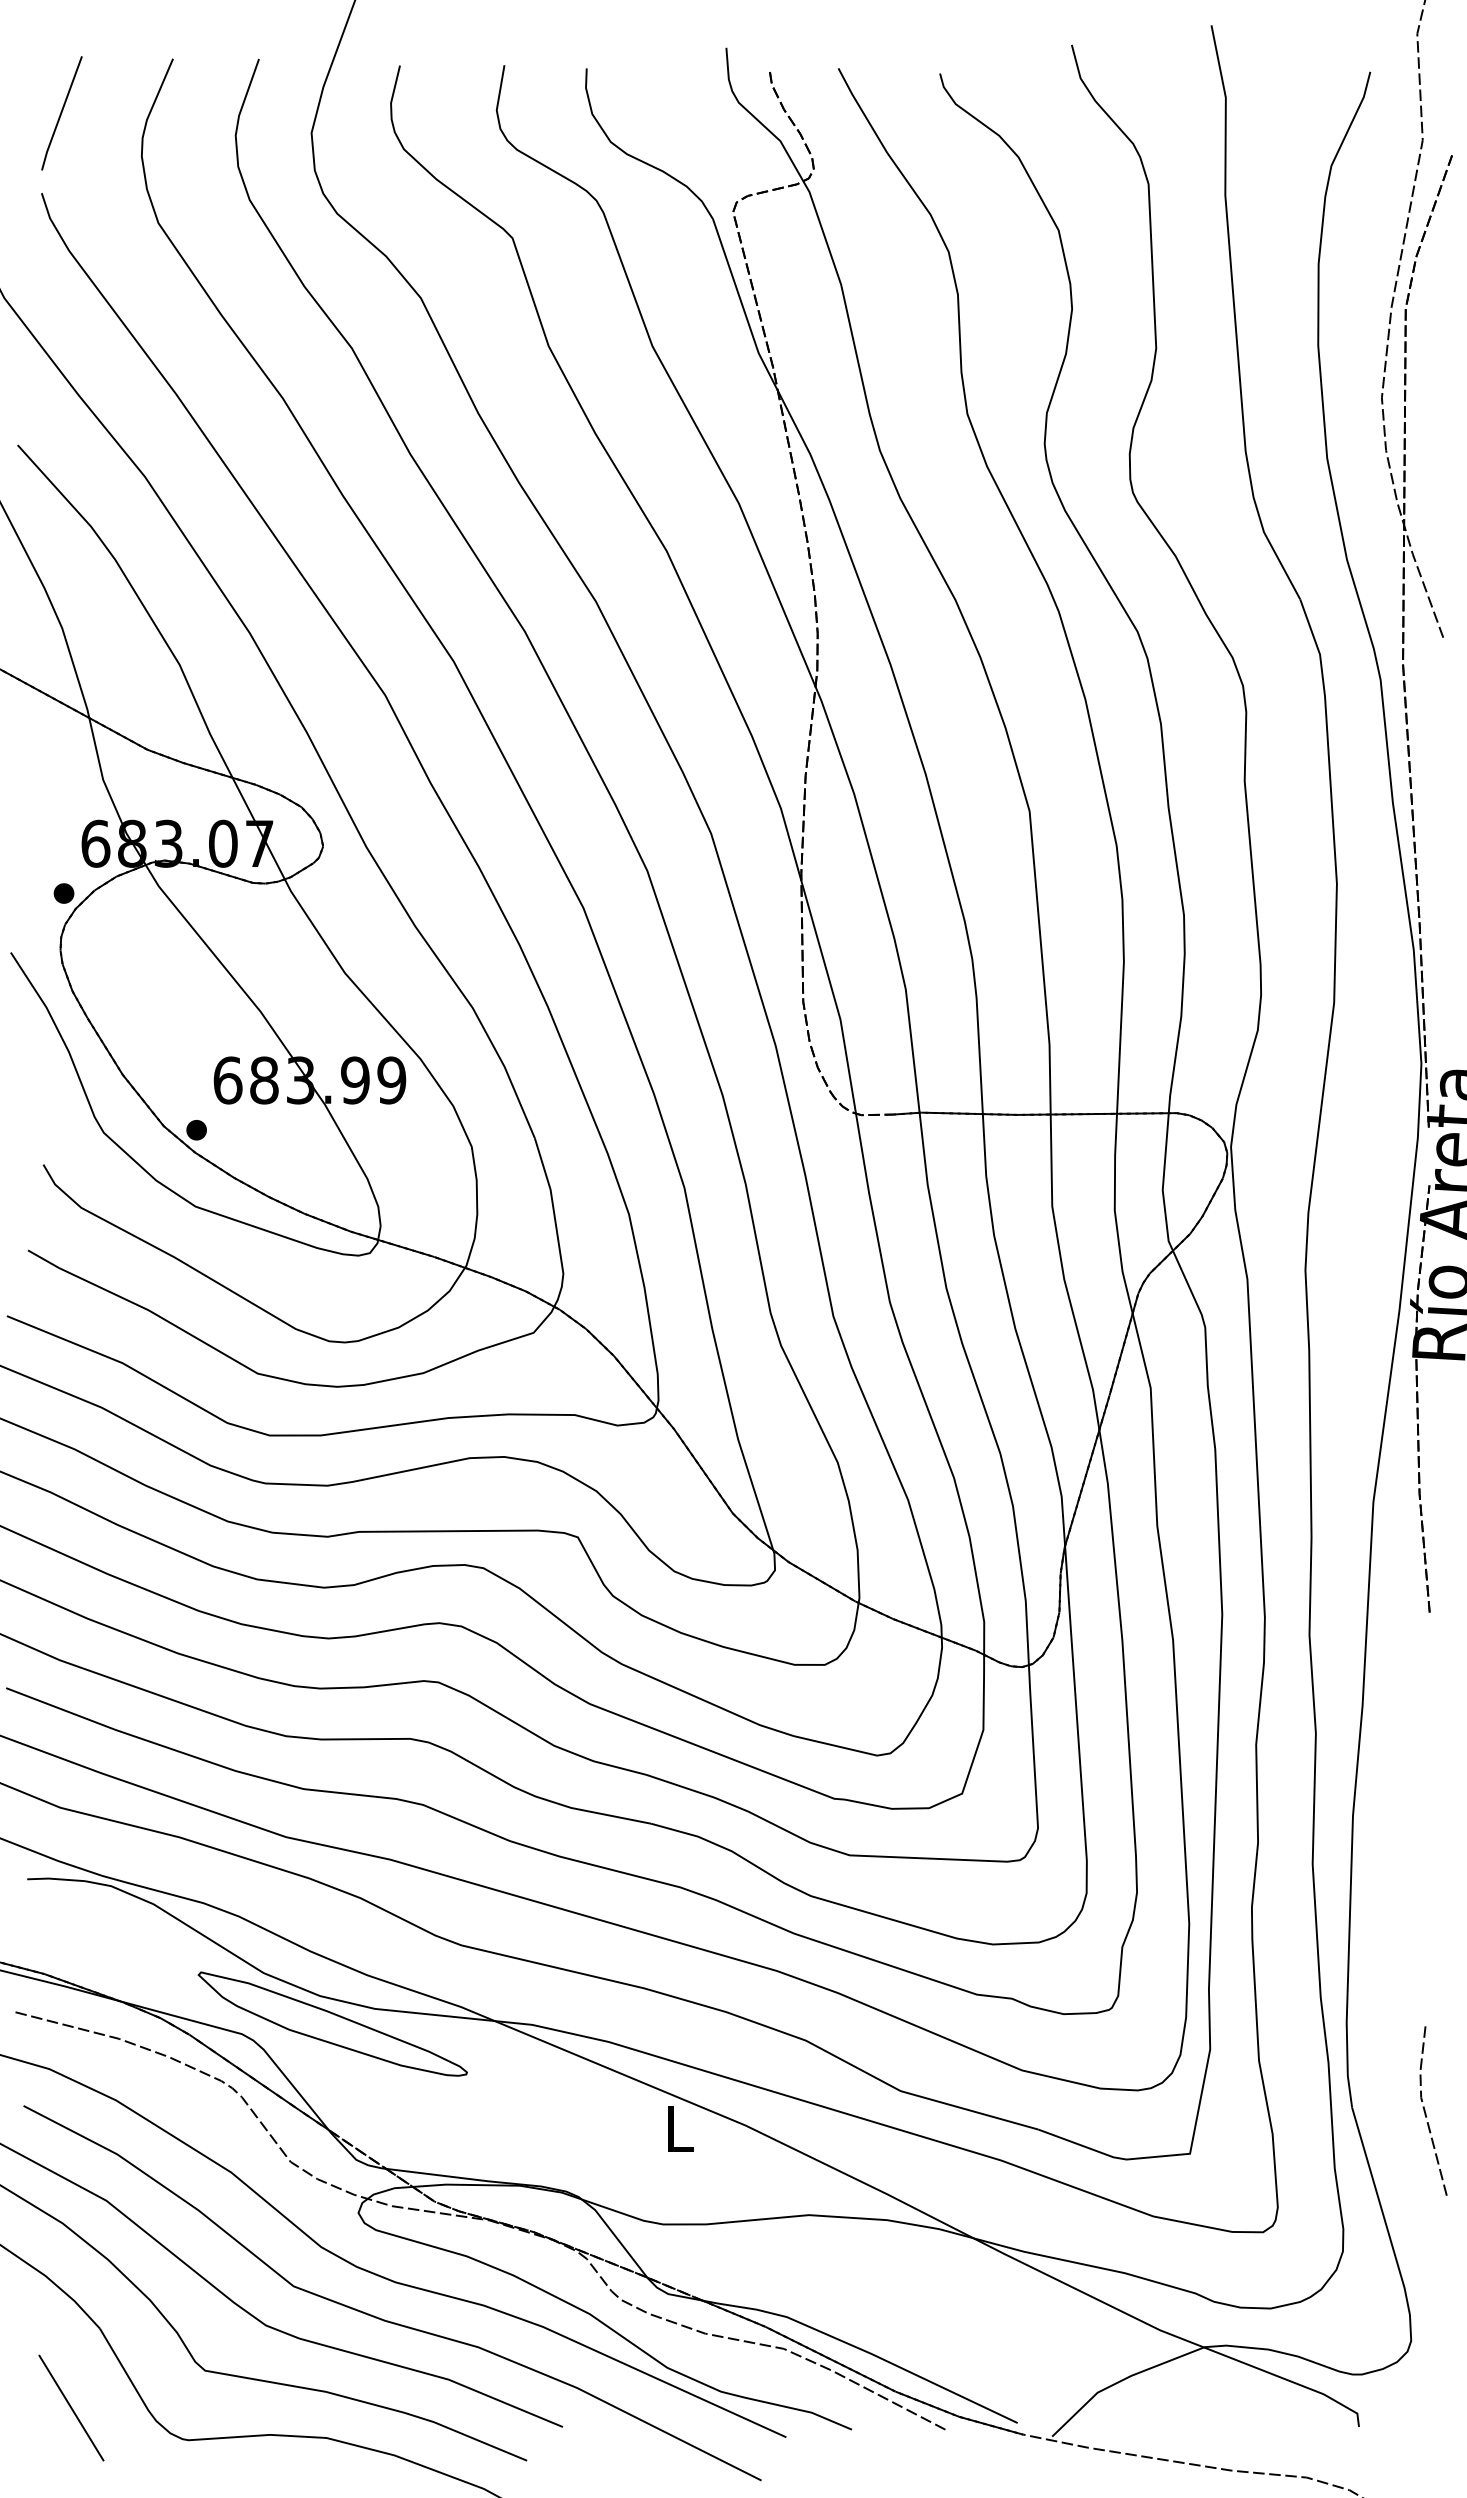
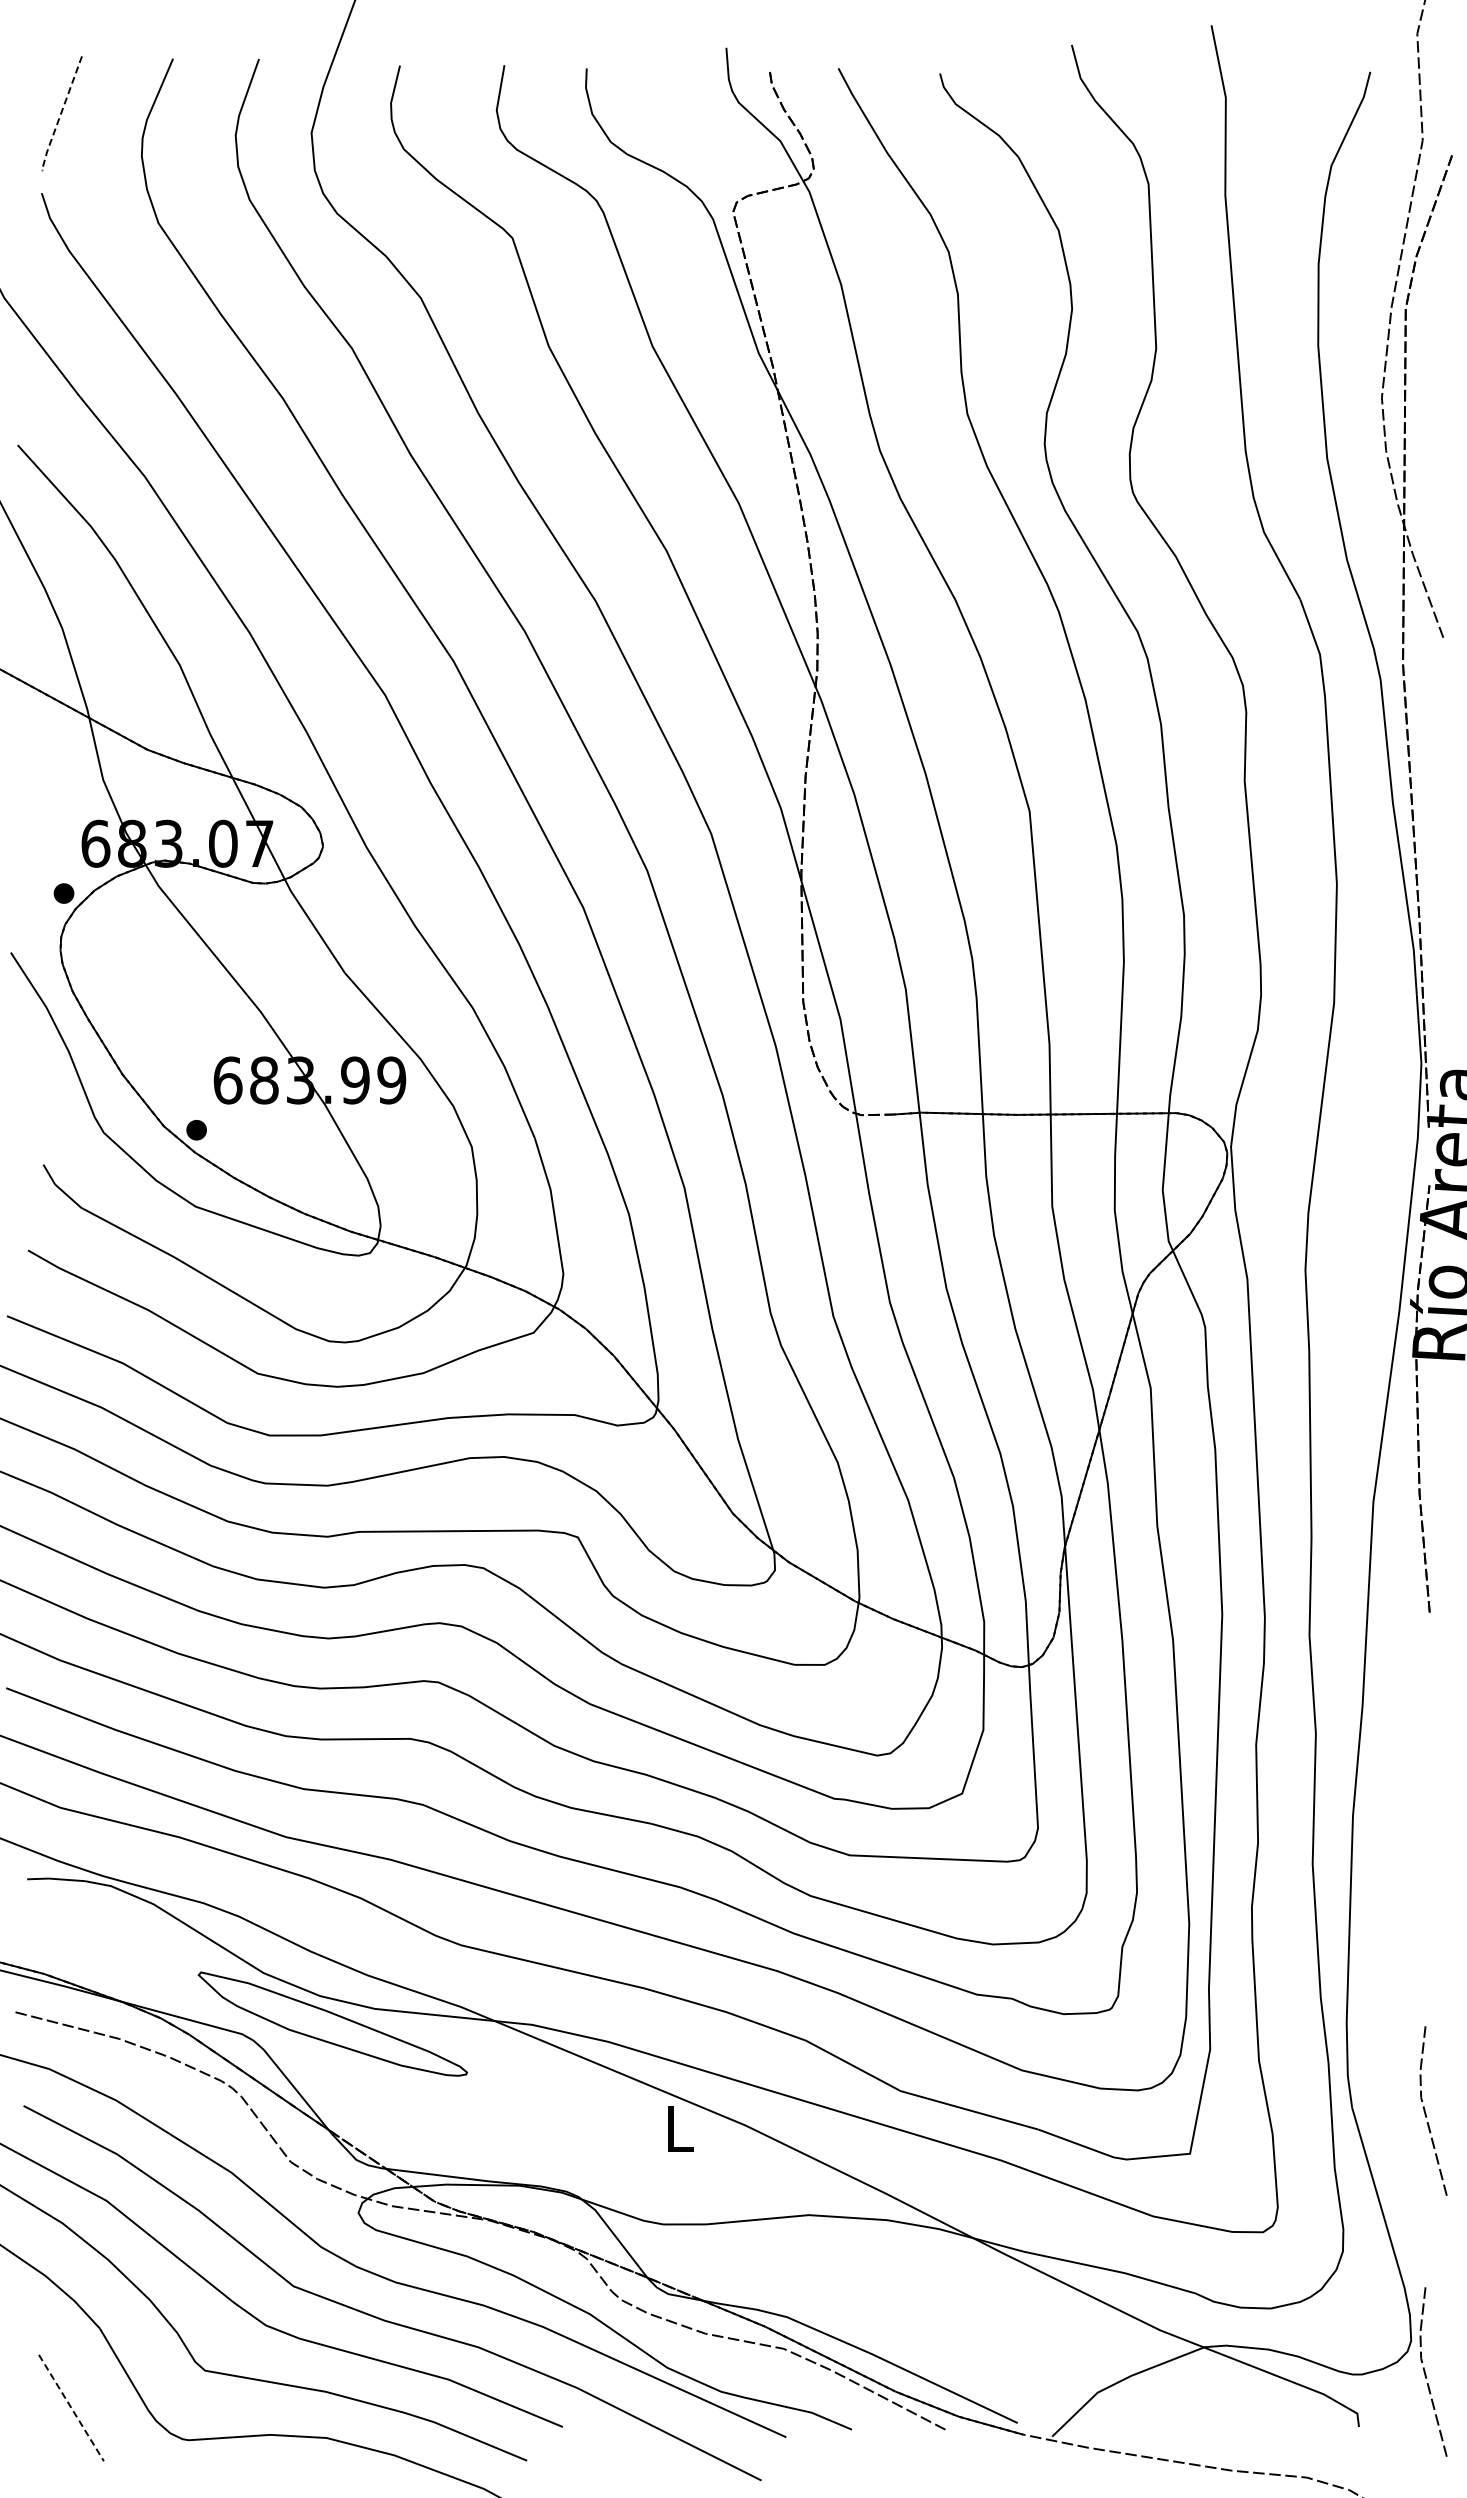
line at (60, 114): solid -> dashed
line at (1426, 2374): none -> present
line at (71, 2408): solid -> dashed
